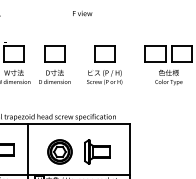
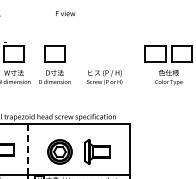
text at (82, 13) position: (82, 13) -> (65, 13)
part at (104, 53): present -> none
line at (28, 149): solid -> dashed
